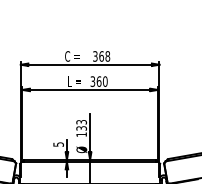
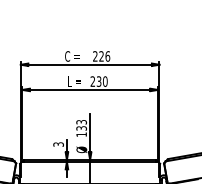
text at (101, 56): 368 -> 226
text at (95, 81): 360 -> 230
text at (57, 144): 5 -> 3
